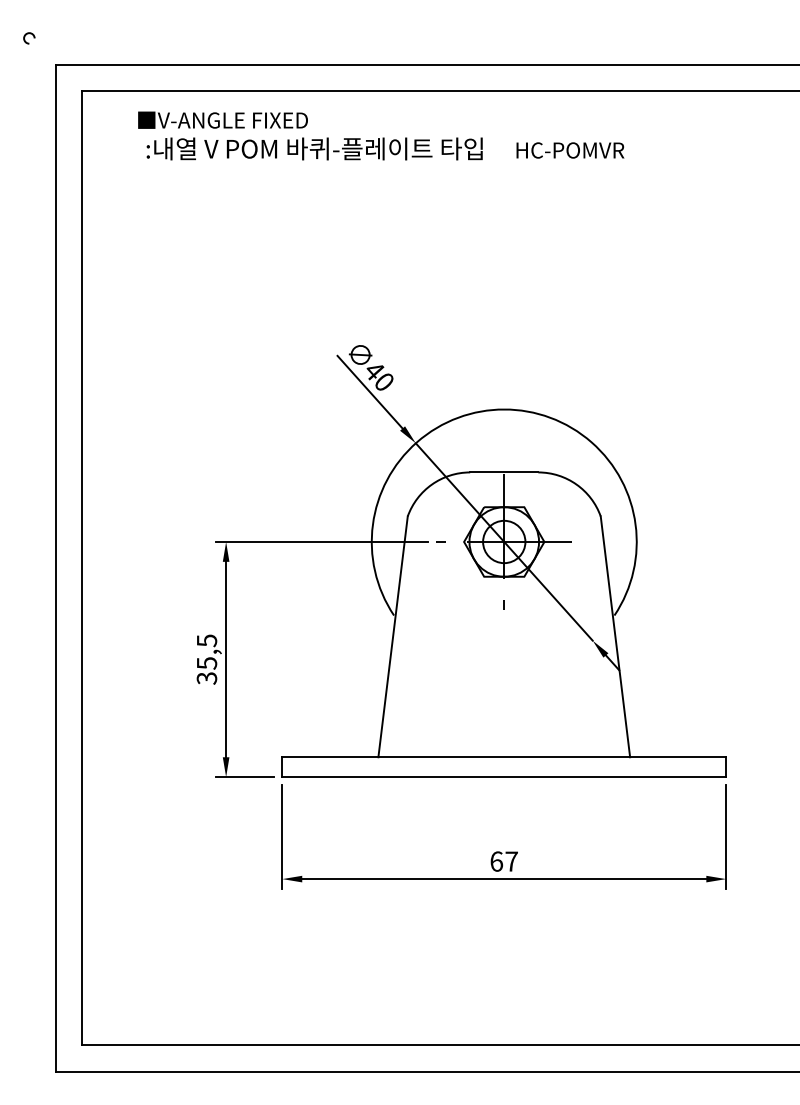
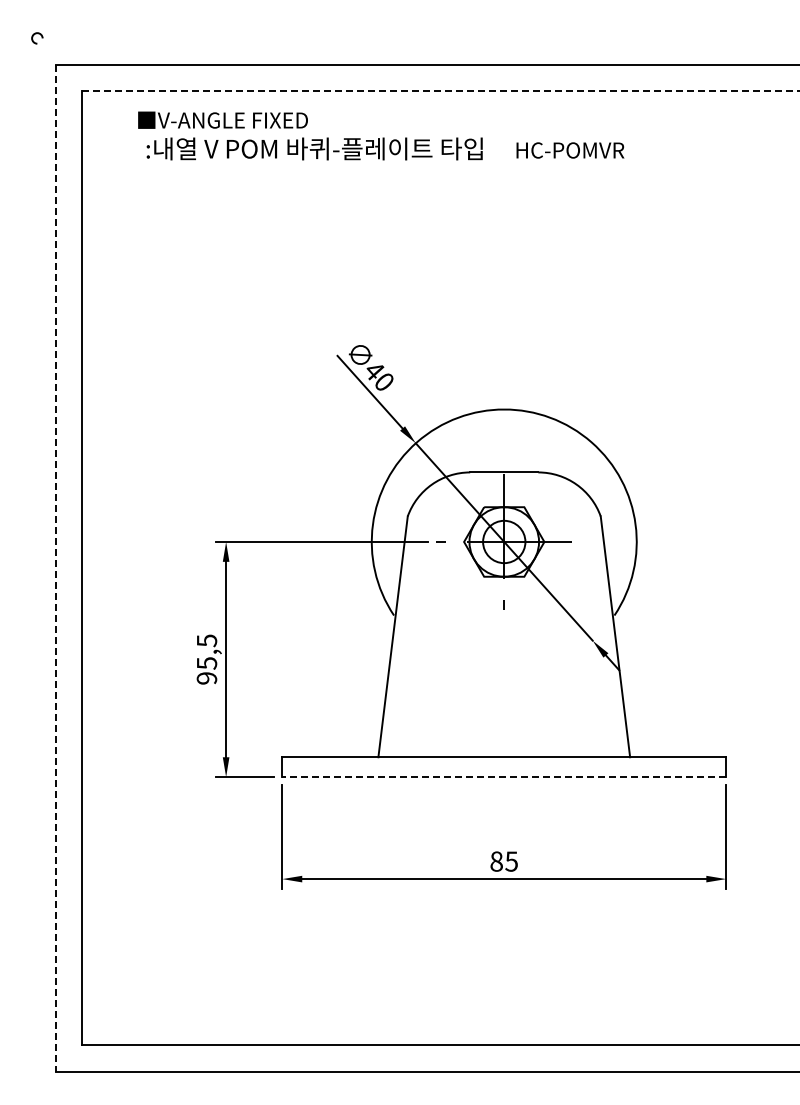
arc at (29, 34) position: (29, 34) -> (37, 34)
line at (441, 91): solid -> dashed
line at (55, 568): solid -> dashed
text at (207, 678): 35,5 -> 95,5
line at (504, 777): solid -> dashed
text at (503, 861): 67 -> 85
